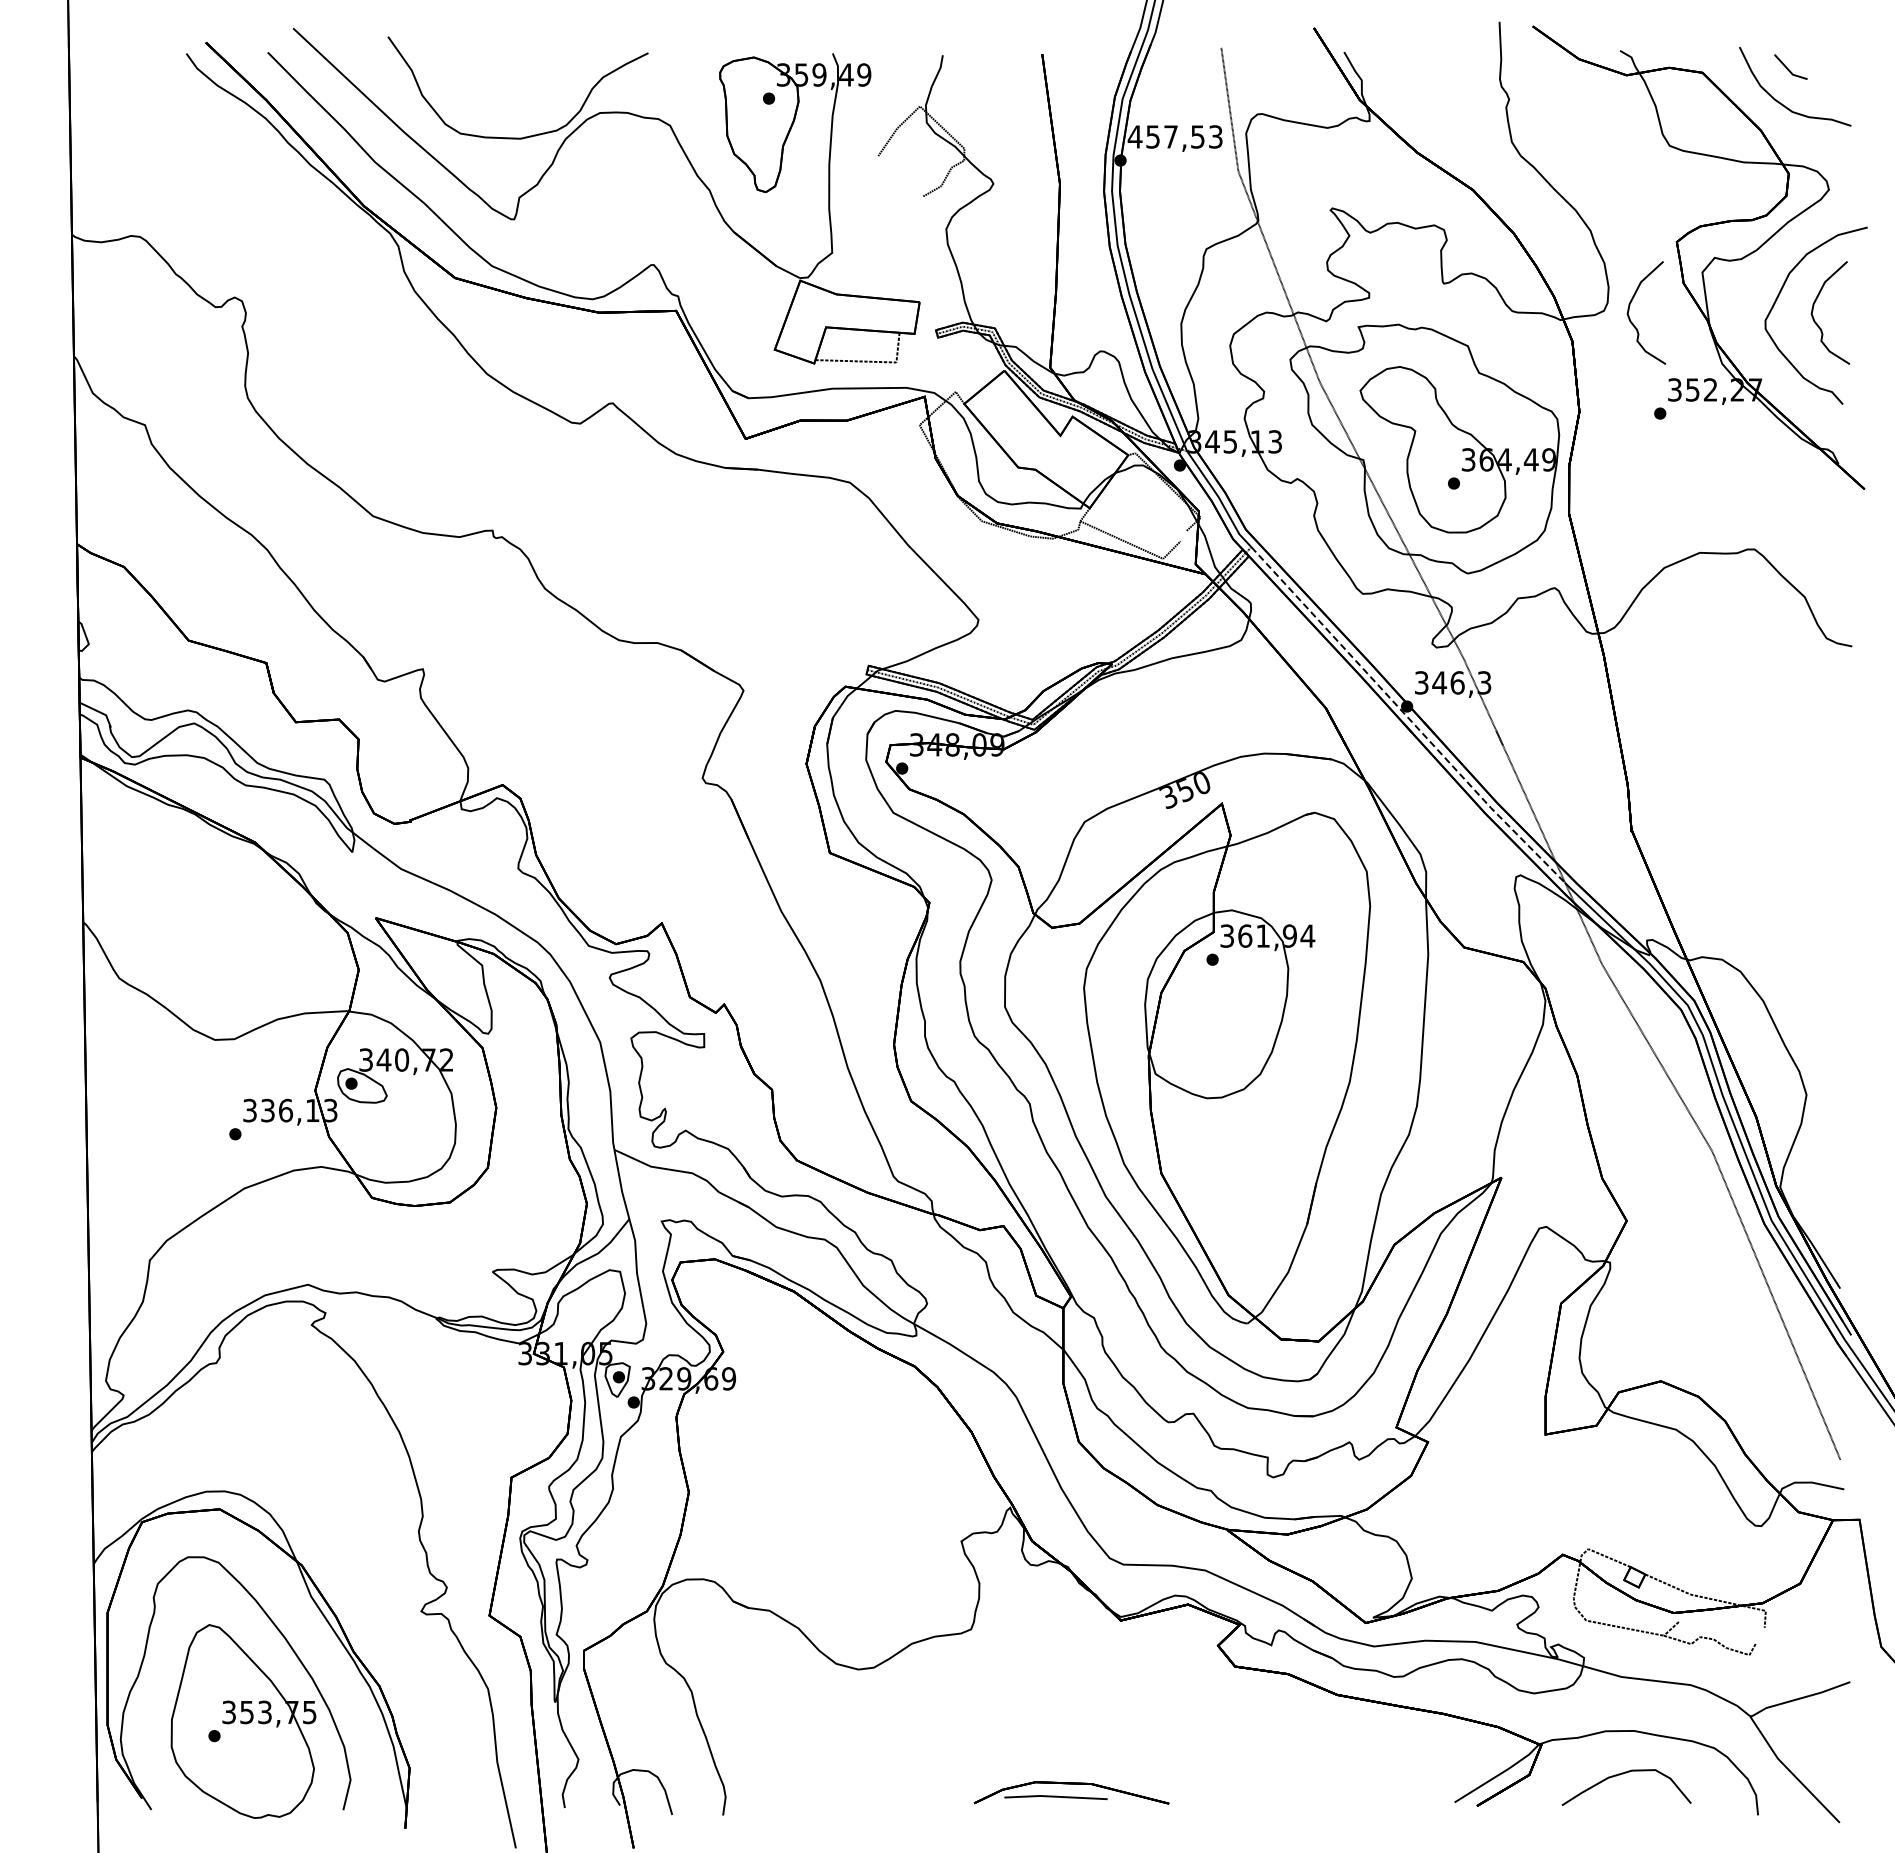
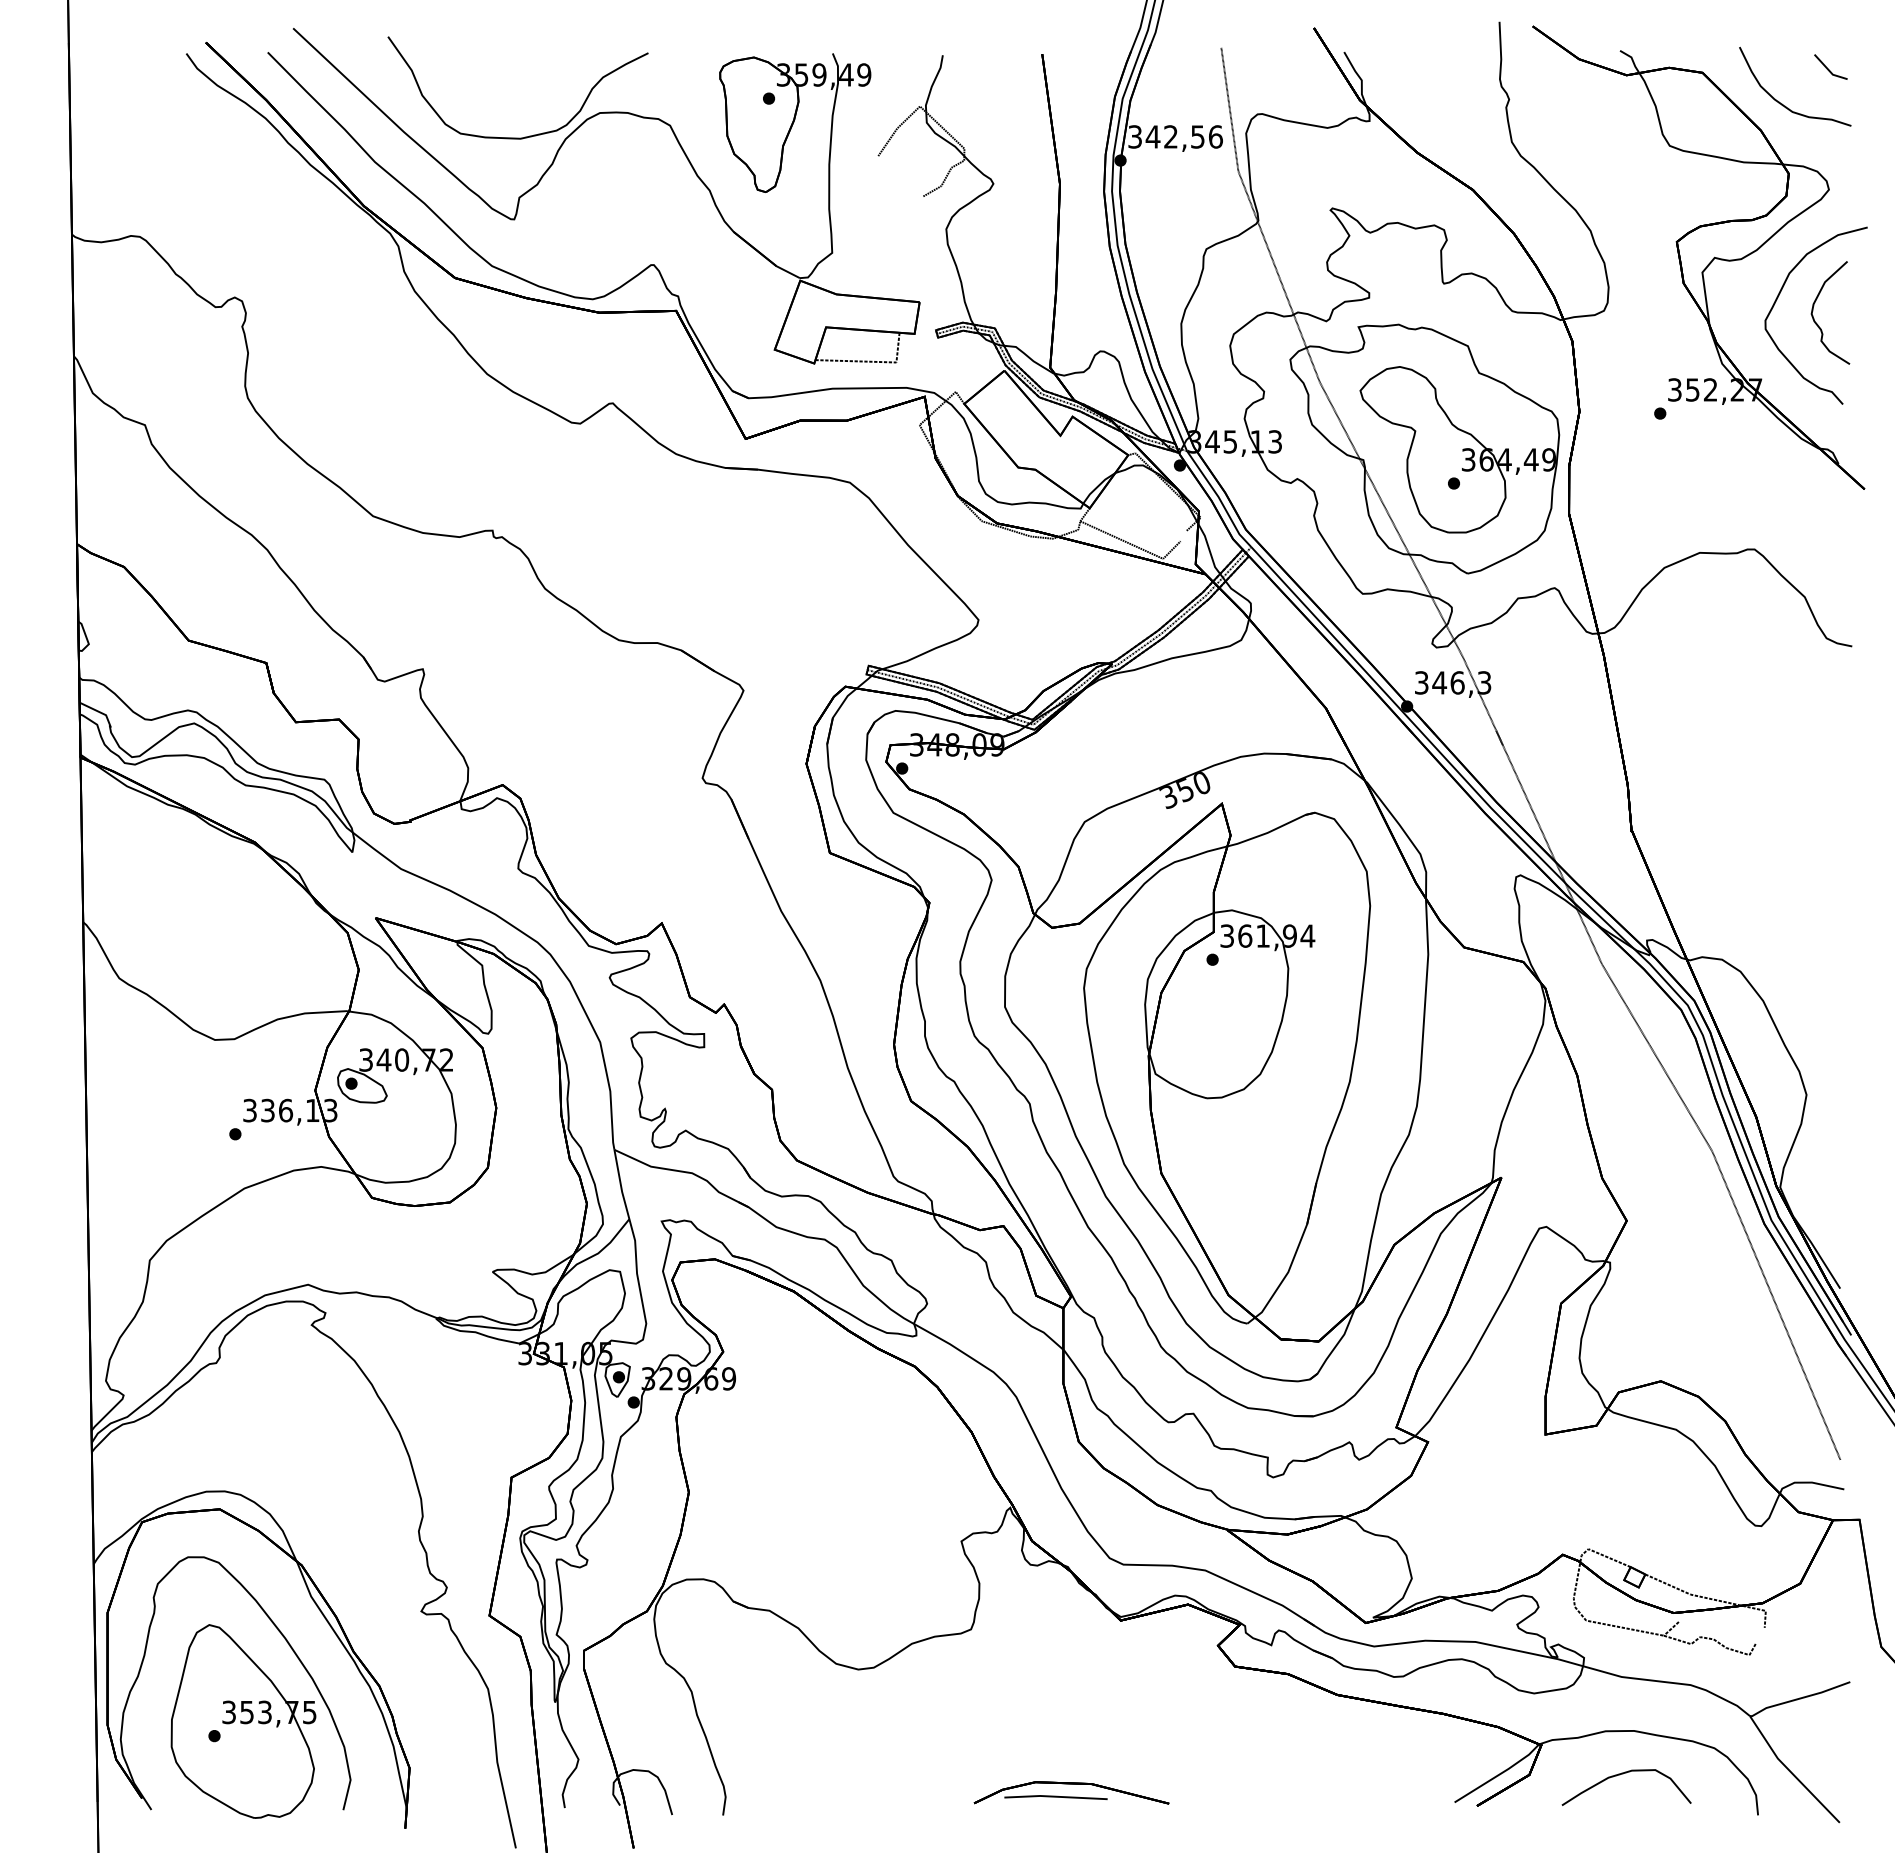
line at (1788, 68) position: (1788, 68) -> (1828, 68)
text at (1174, 136): 457,53 -> 342,56
curve at (1634, 324): present -> none
line at (1407, 716): dashed -> solid
